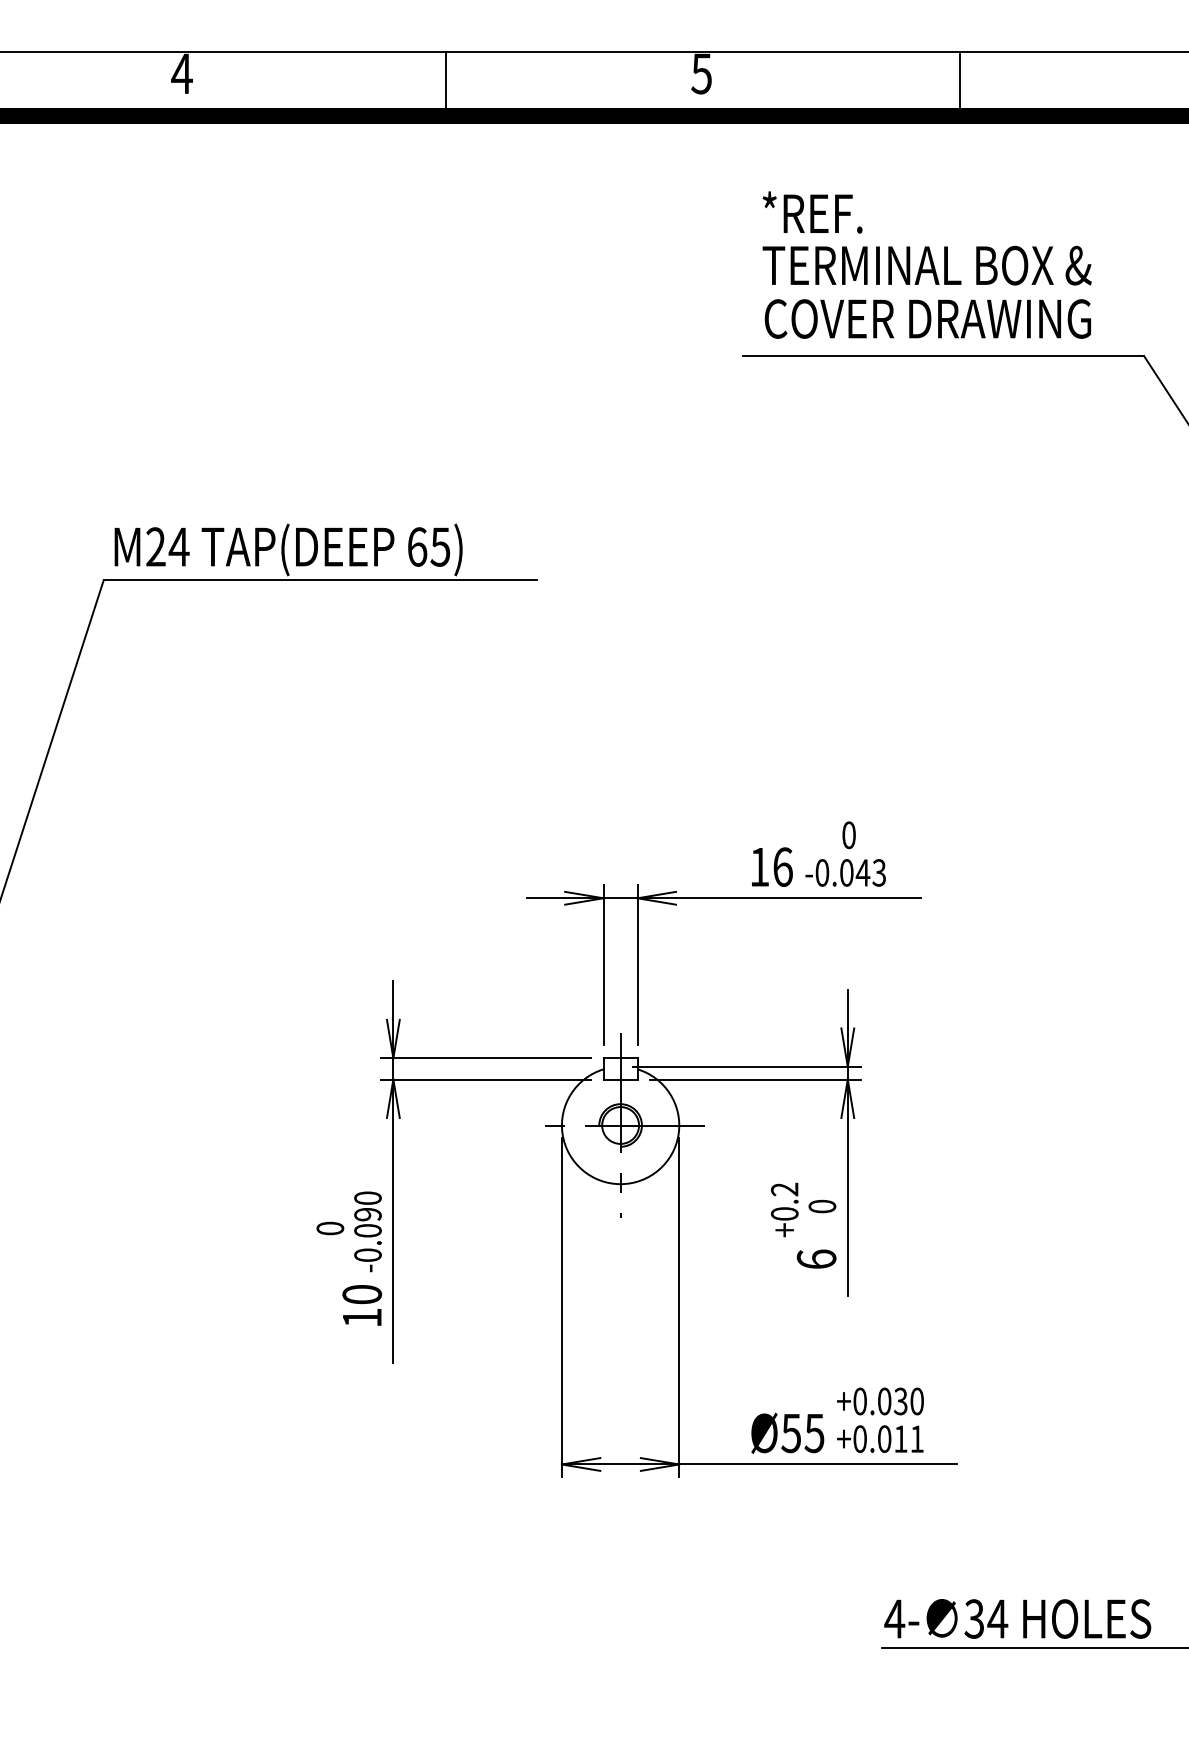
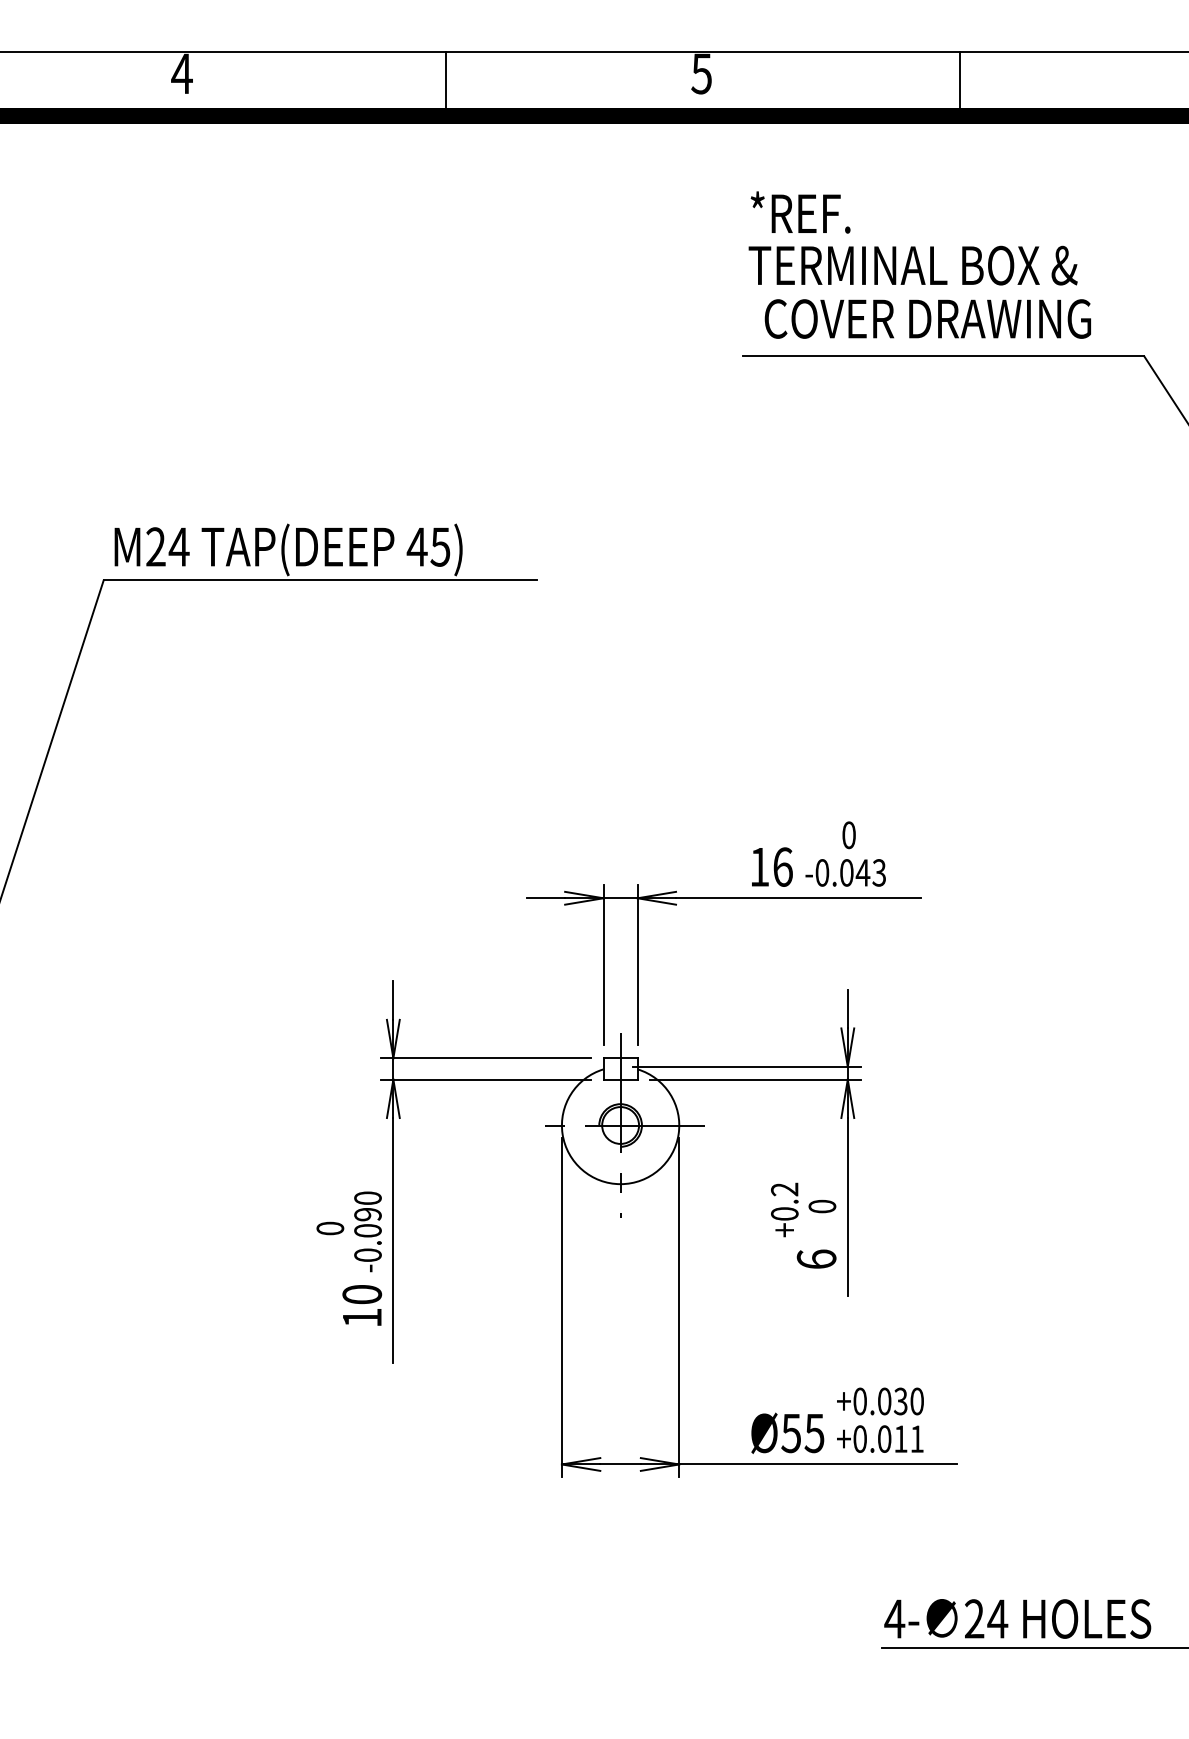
text at (812, 212) position: (812, 212) -> (800, 212)
text at (926, 265) position: (926, 265) -> (912, 265)
text at (416, 546): 65) -> 45)
text at (974, 1619): 34 -> 24
